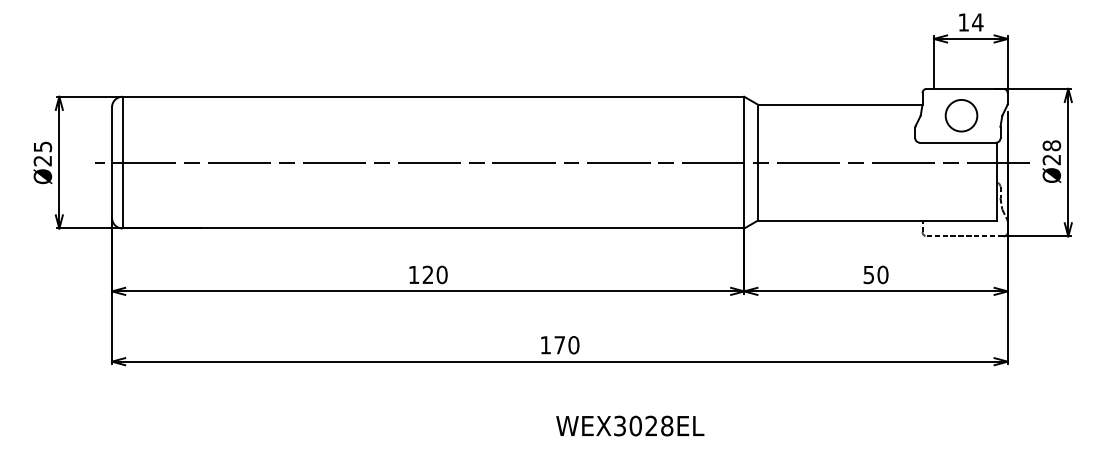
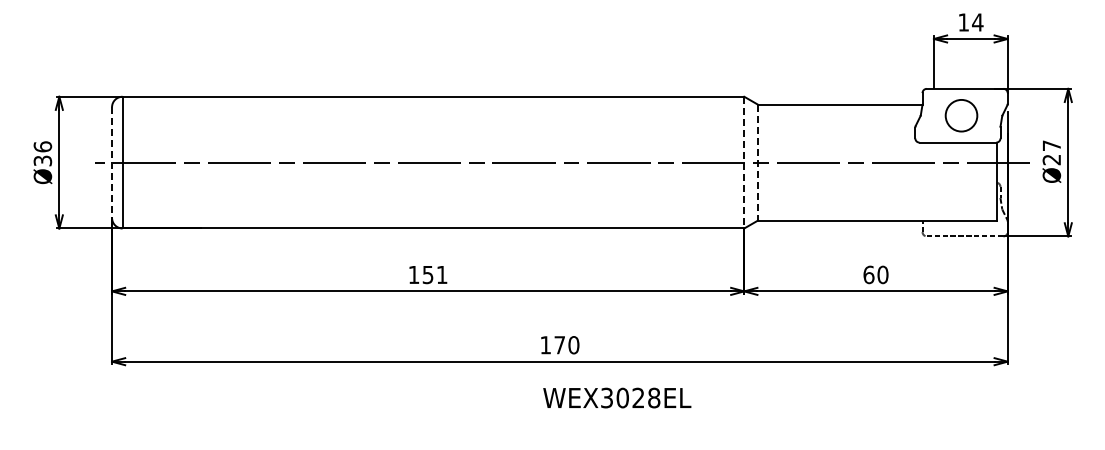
text at (1051, 145): Ø28 -> Ø27
text at (42, 153): Ø25 -> Ø36
line at (744, 162): solid -> dashed
line at (757, 162): solid -> dashed
line at (112, 163): solid -> dashed
text at (434, 274): 120 -> 151
text at (868, 274): 50 -> 60
text at (630, 425) position: (630, 425) -> (617, 397)
